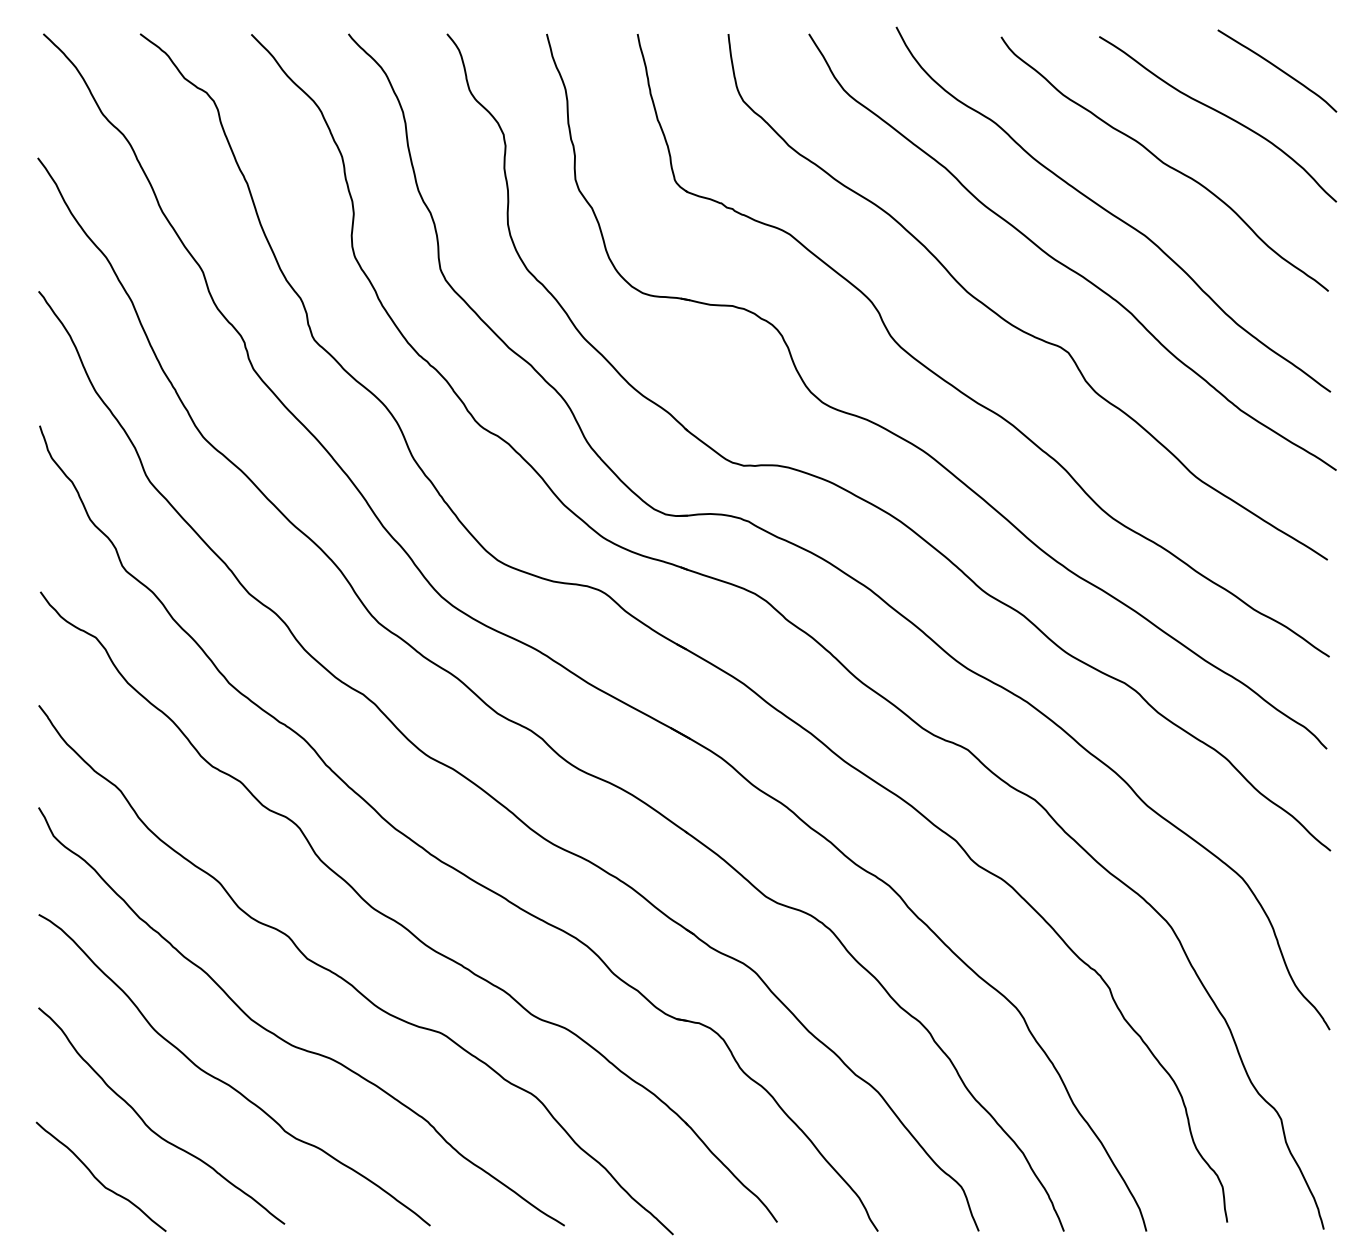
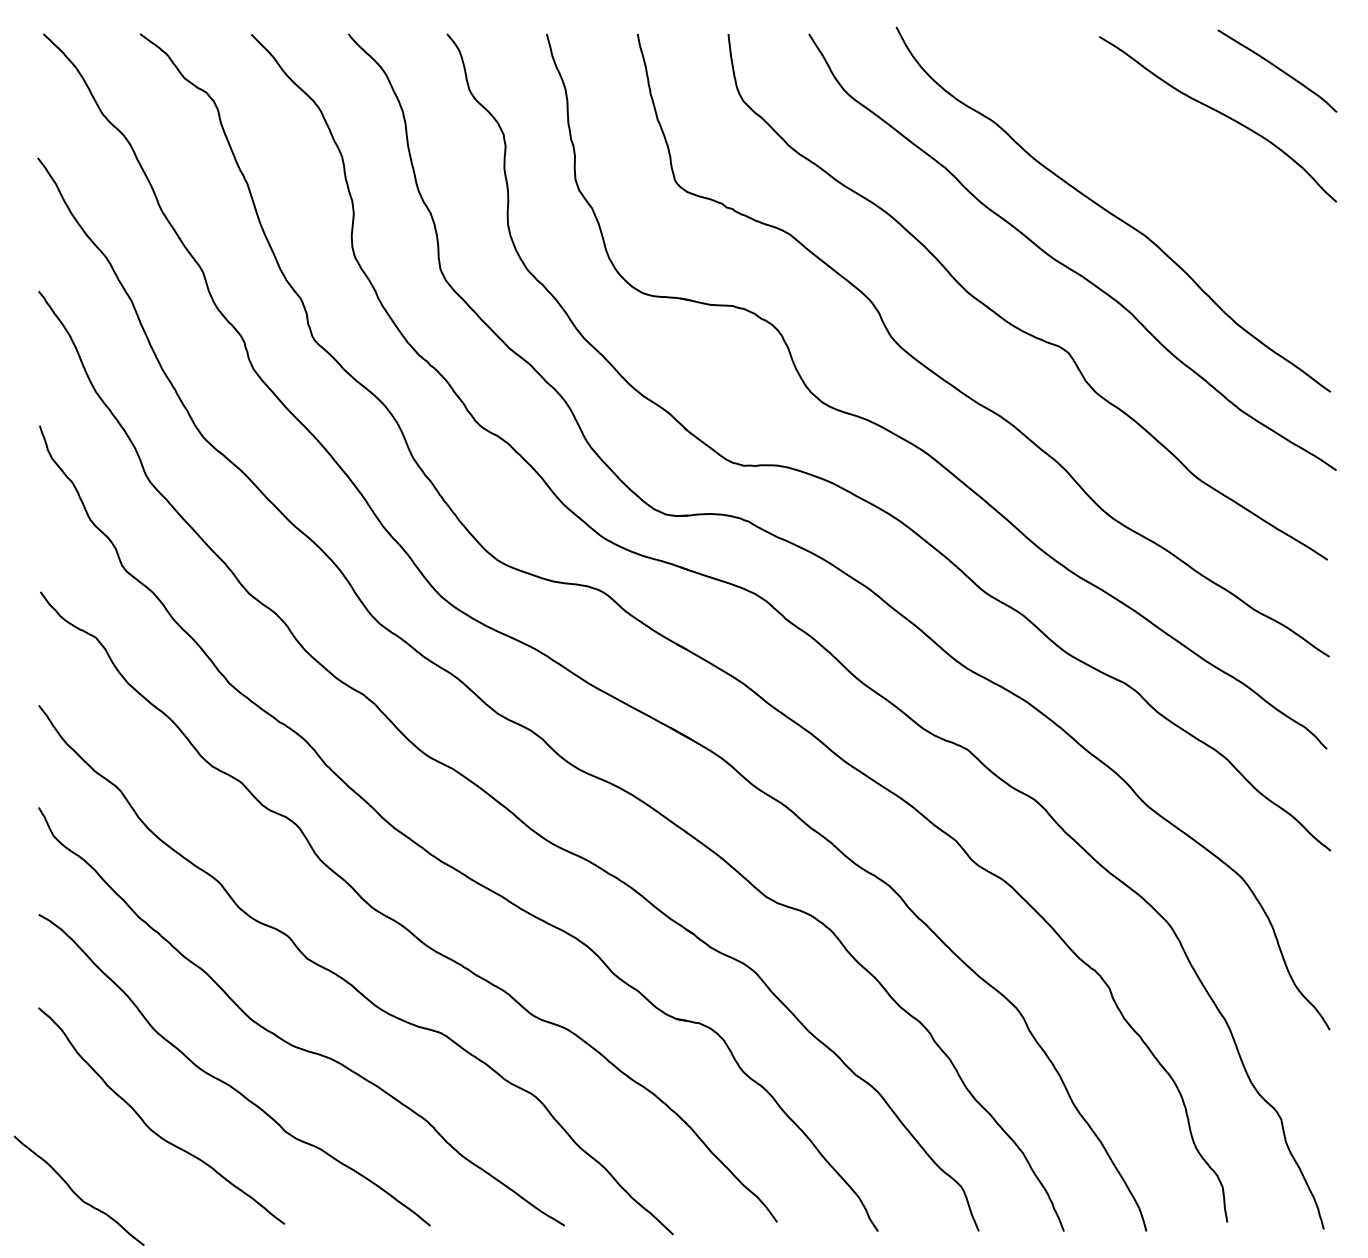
curve at (1164, 163): present -> none
curve at (97, 1178) position: (97, 1178) -> (75, 1192)
